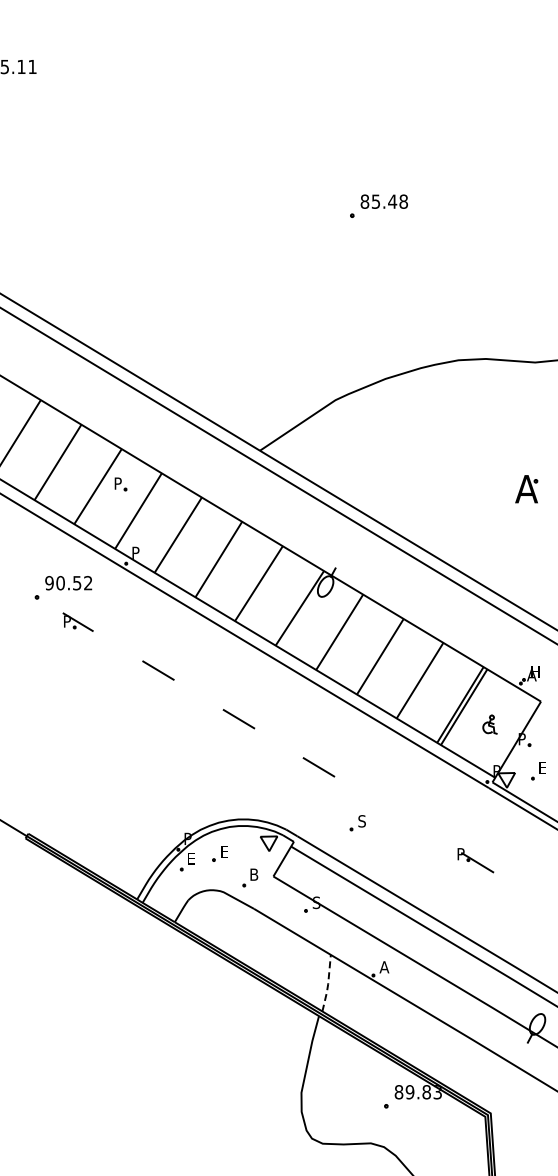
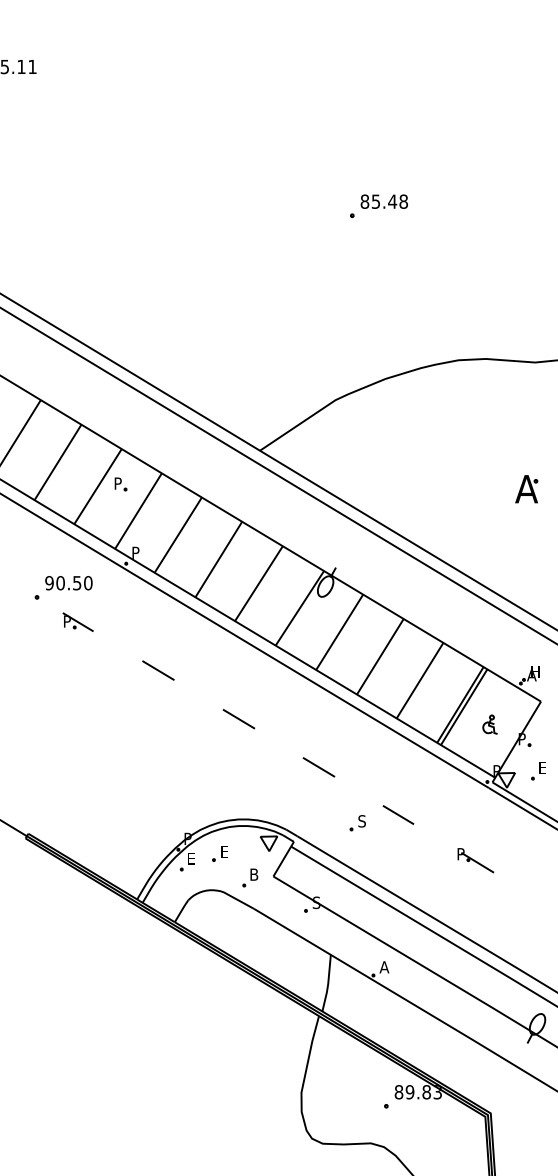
text at (88, 583): 90.52 -> 90.50
line at (398, 814): none -> present
line at (328, 984): dashed -> solid
